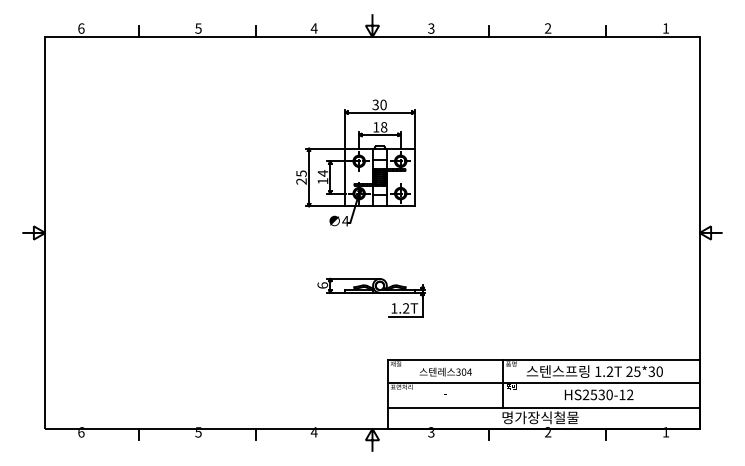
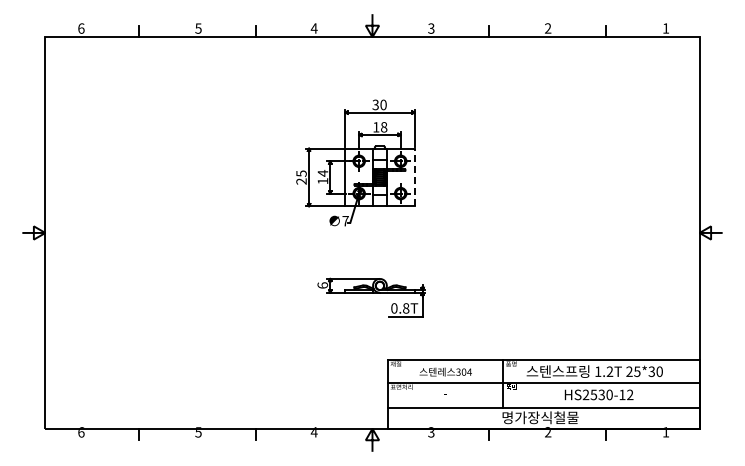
line at (414, 177): solid -> dashed
text at (345, 221): 4 -> 7
text at (400, 308): 1.2T -> 0.8T
